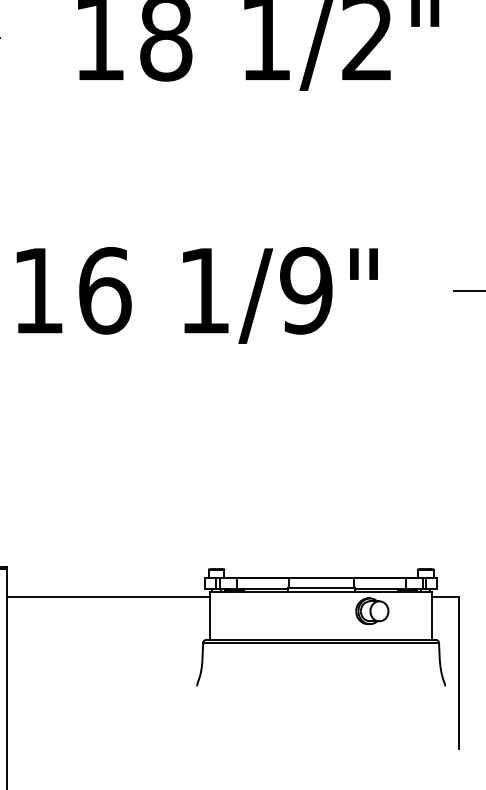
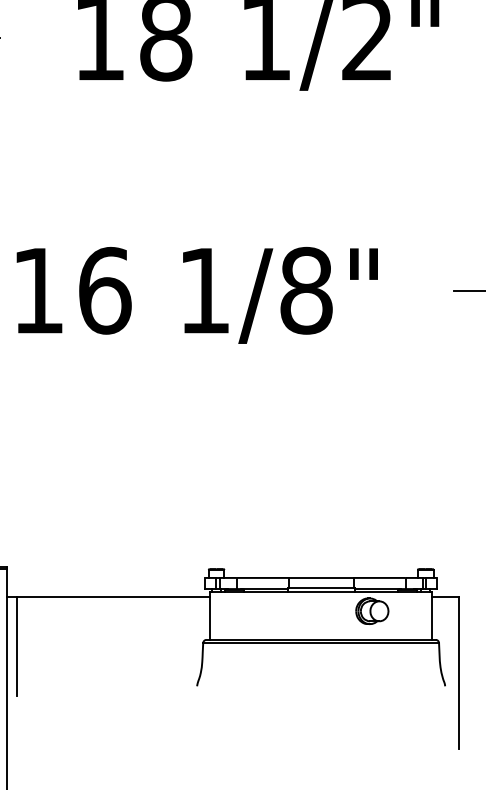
text at (306, 290): 1/9" -> 1/8"
line at (17, 645): none -> present
